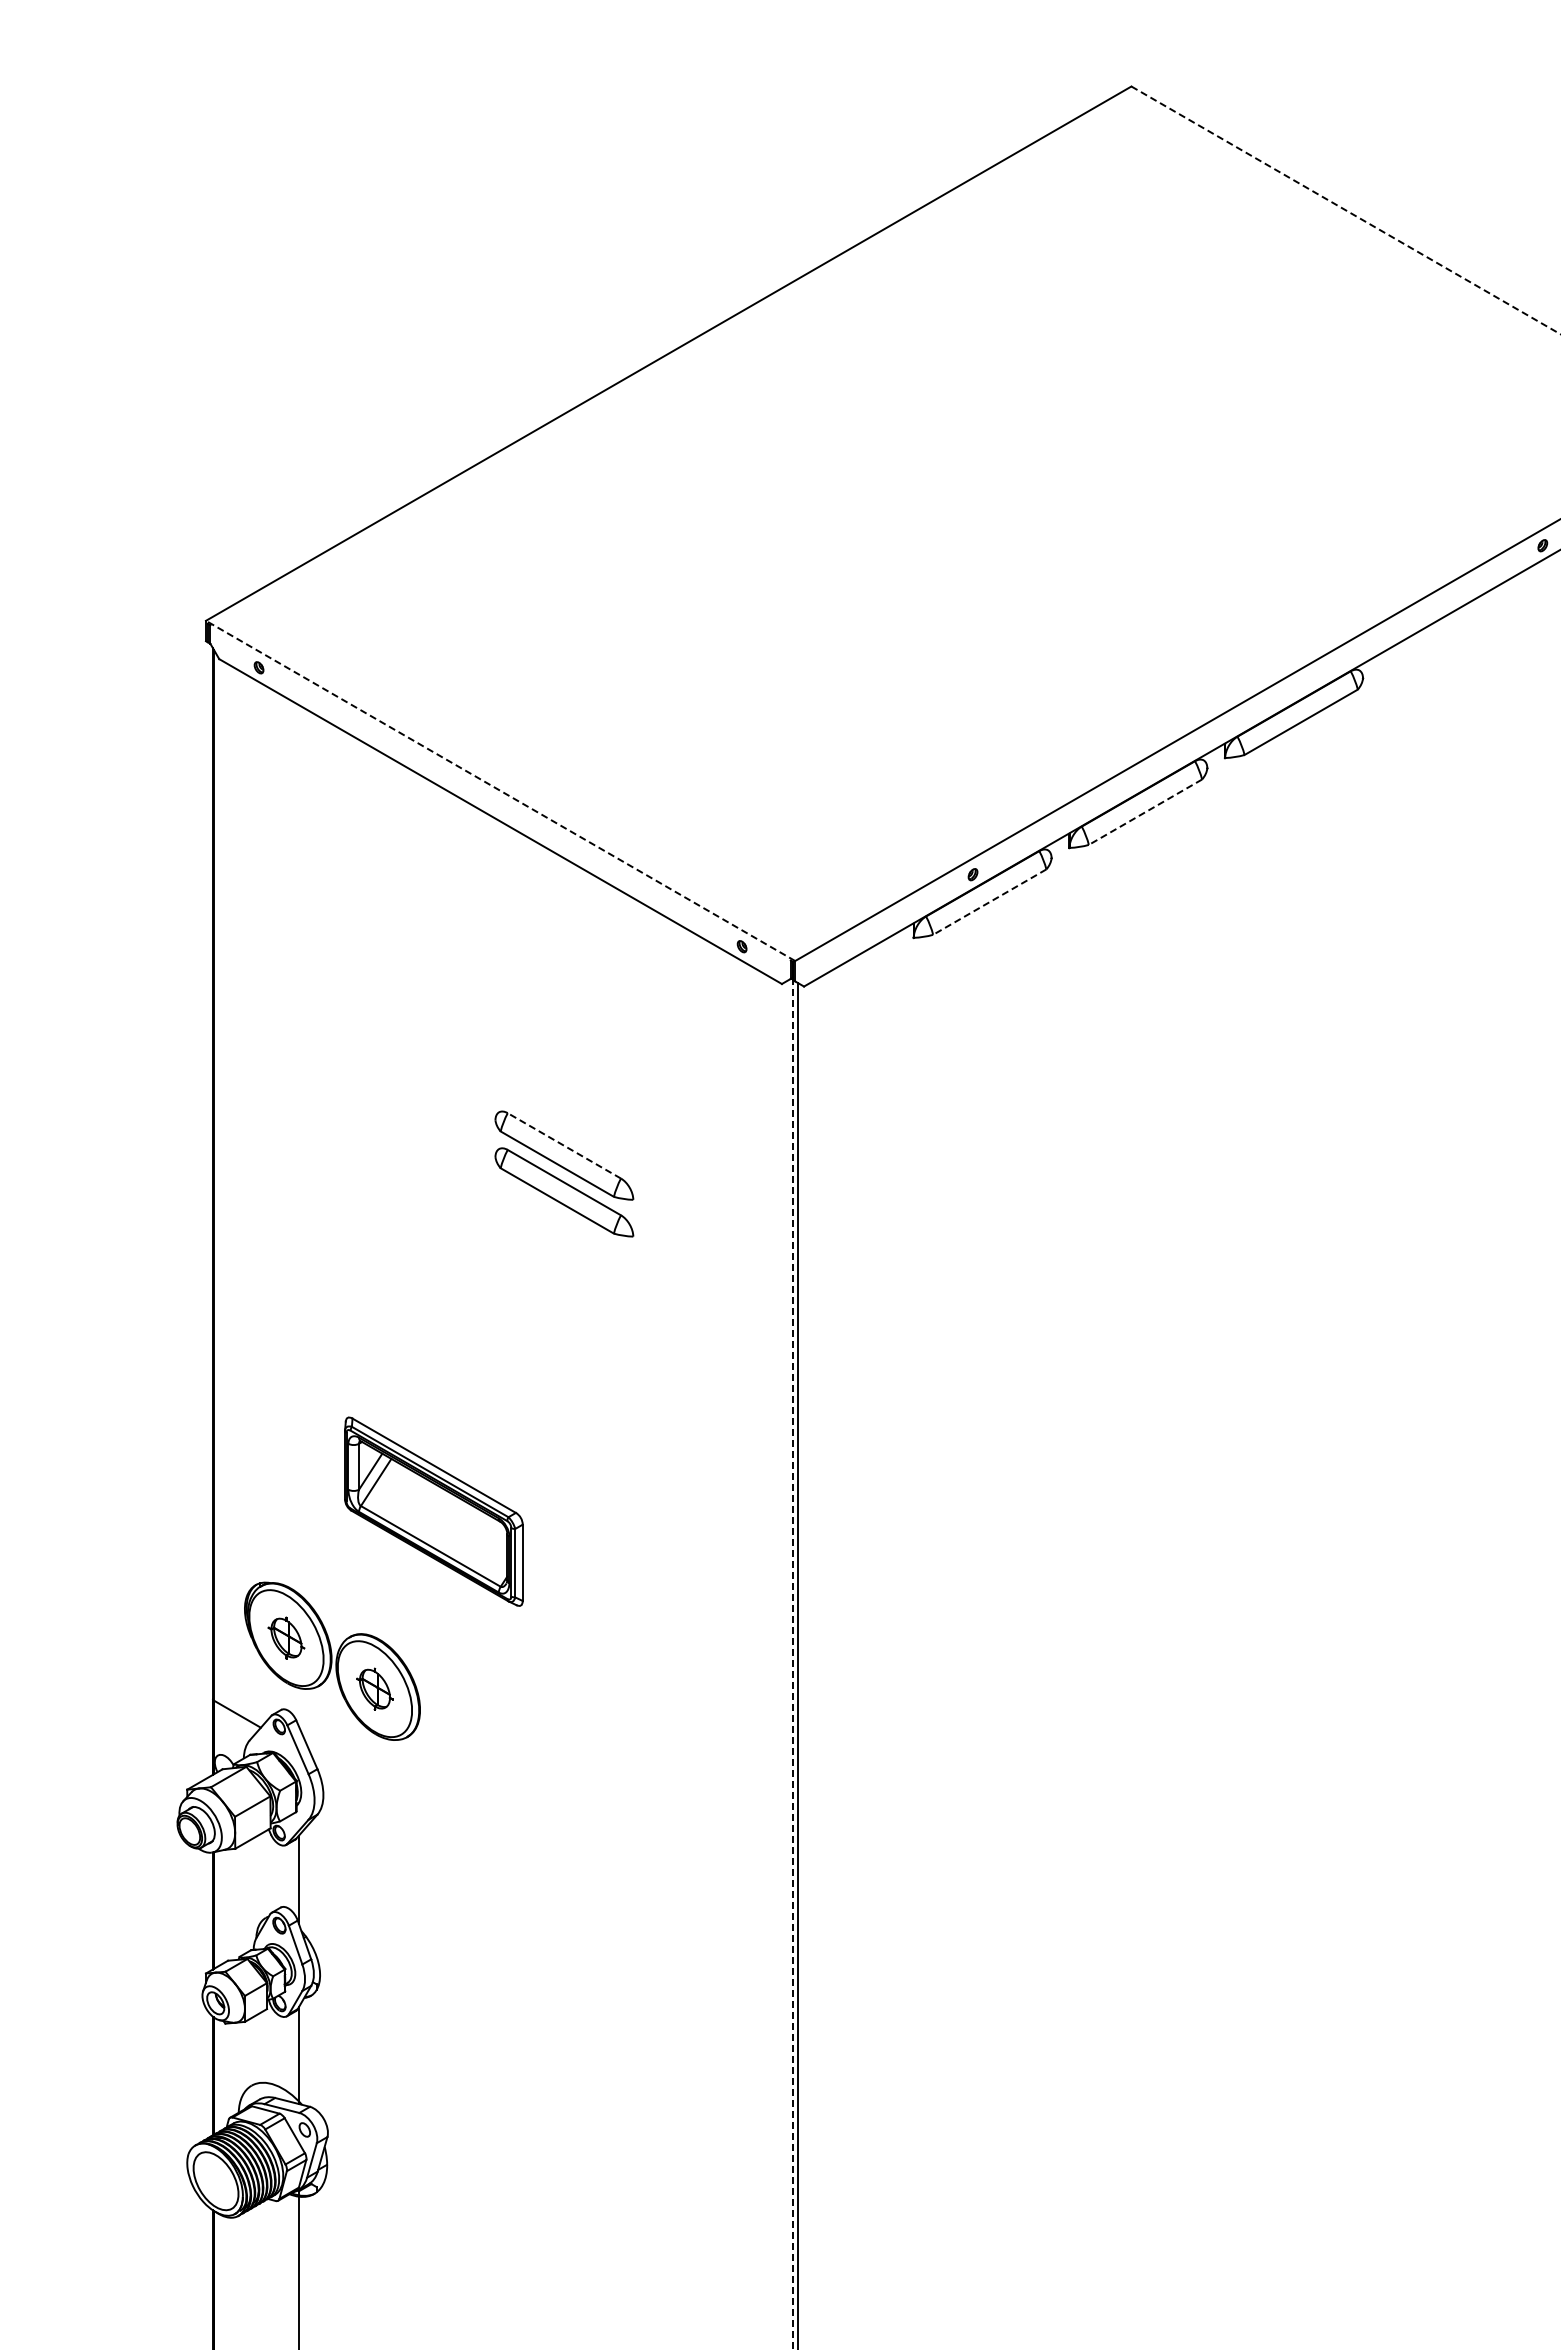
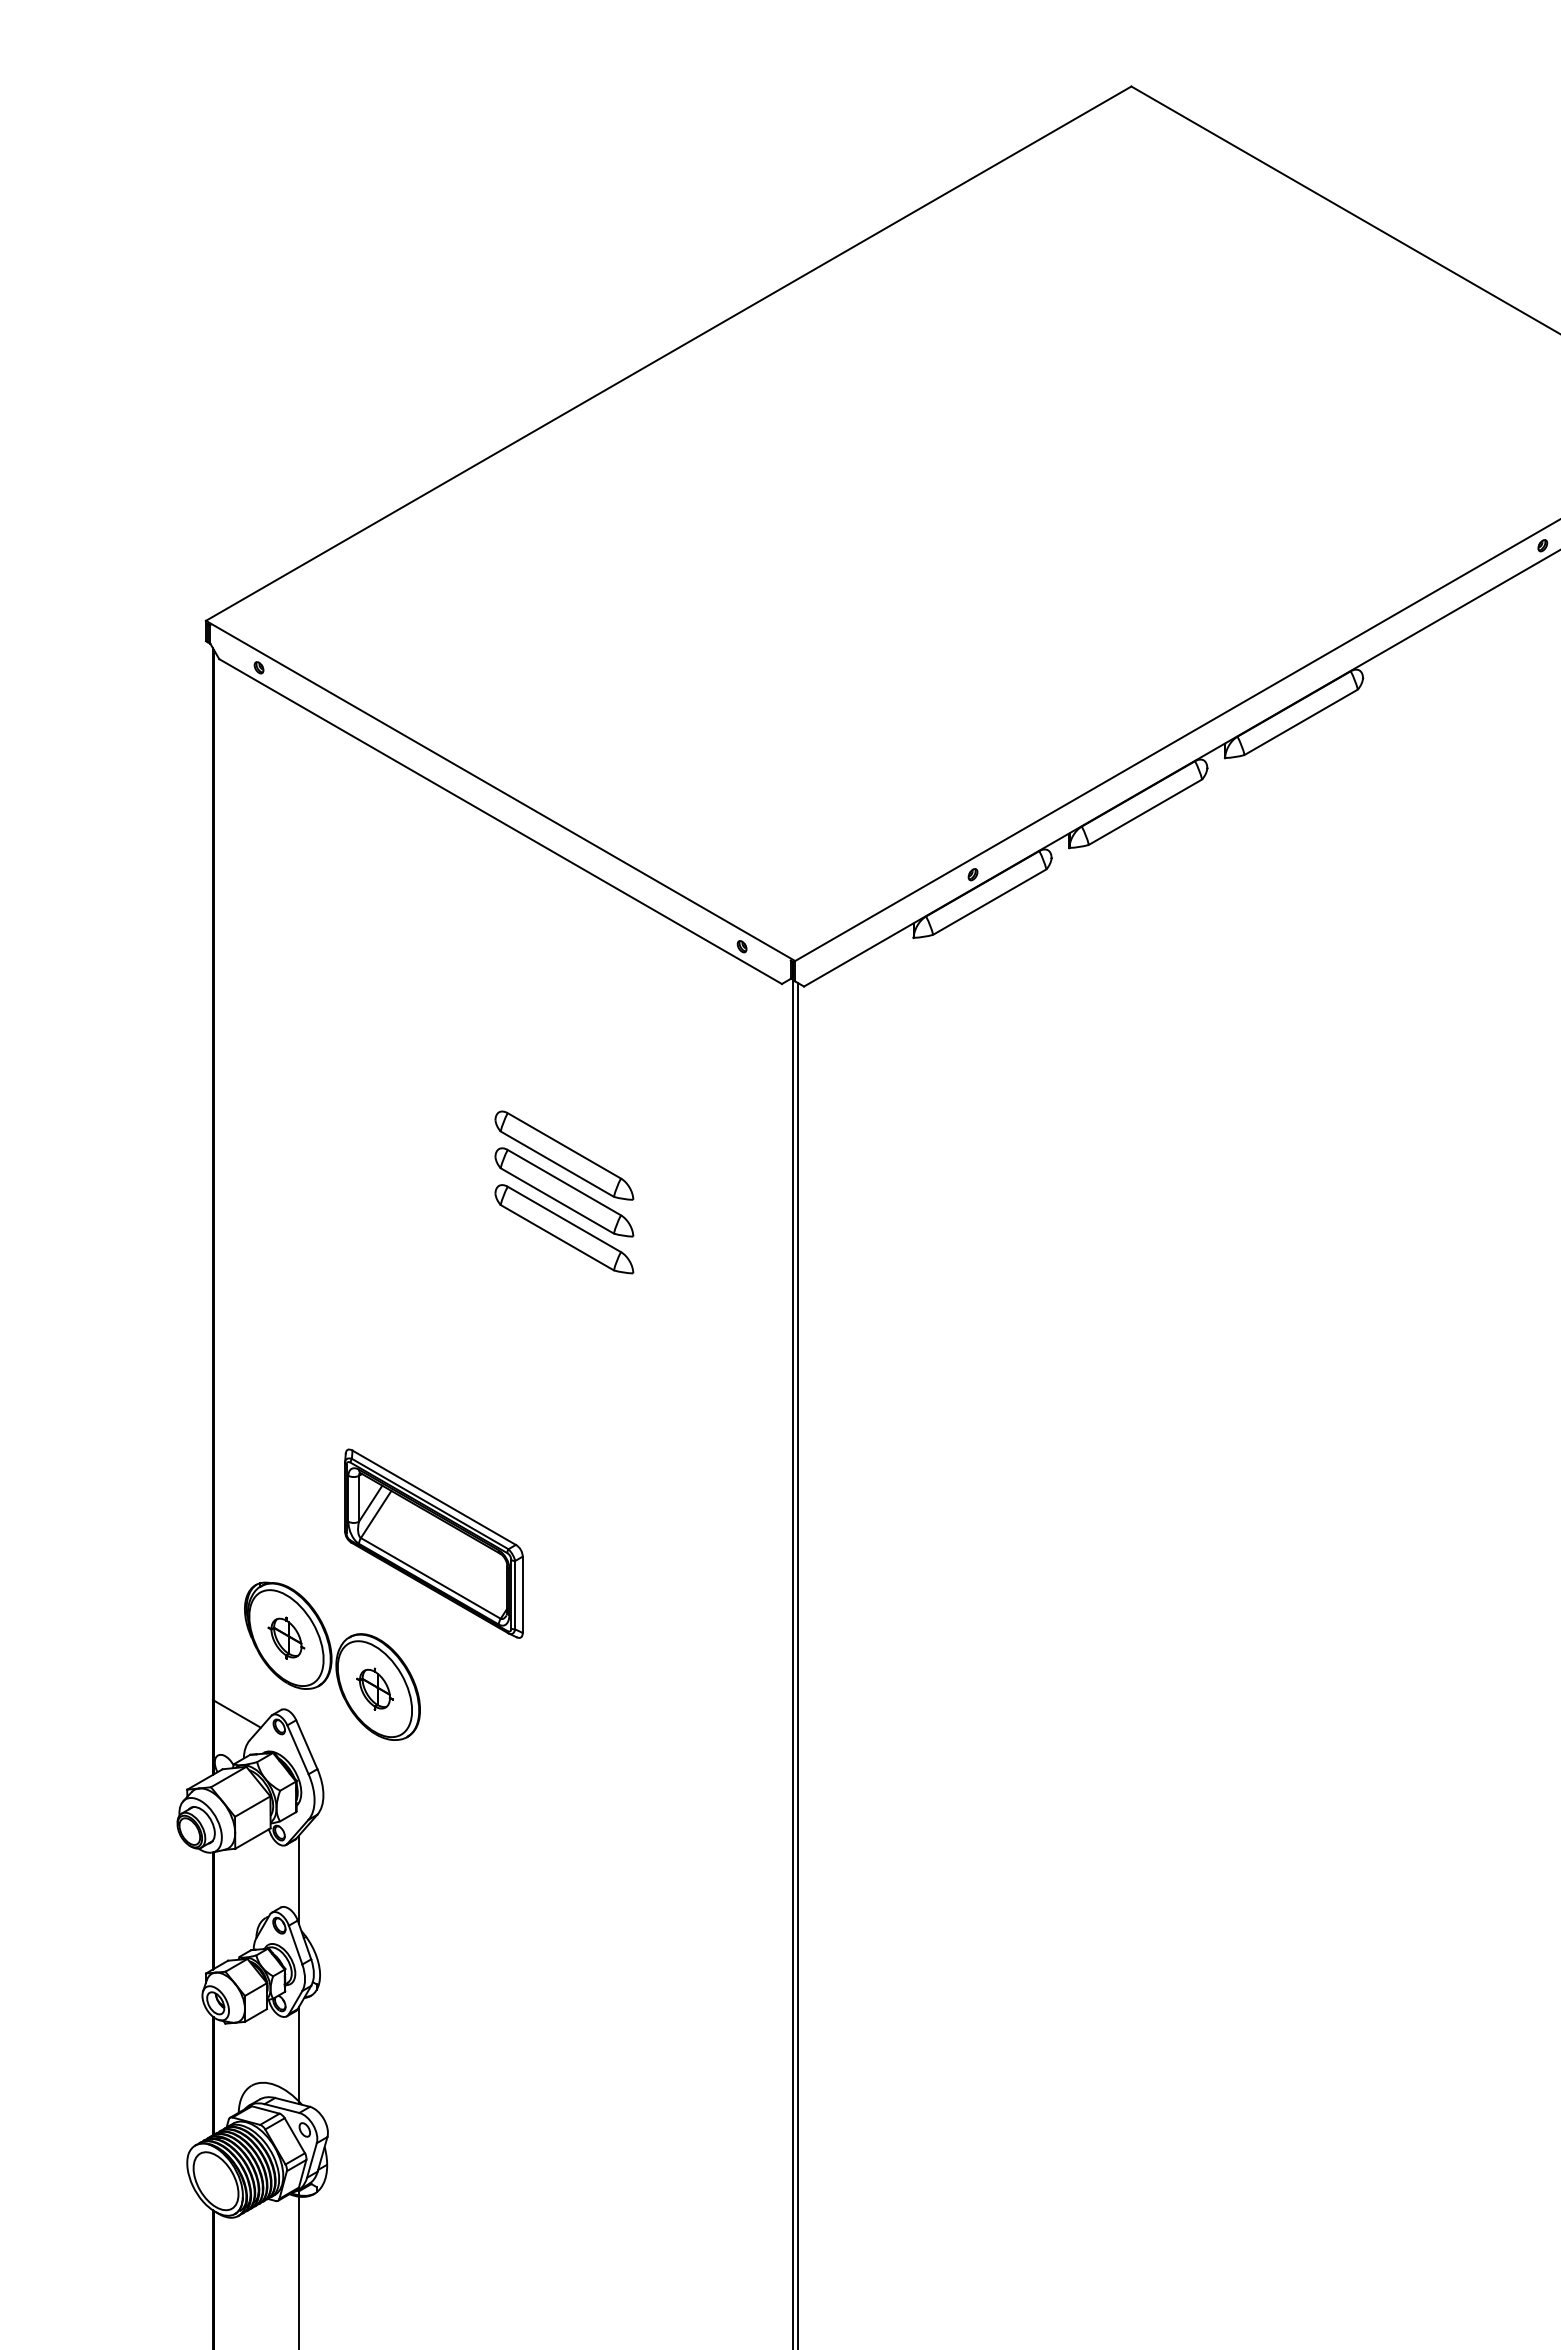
line at (1346, 210): dashed -> solid
line at (500, 790): dashed -> solid
line at (1145, 812): dashed -> solid
line at (989, 902): dashed -> solid
line at (563, 1145): dashed -> solid
part at (564, 1229): none -> present
part at (433, 1511) position: (433, 1511) -> (433, 1543)
line at (792, 1663): dashed -> solid
